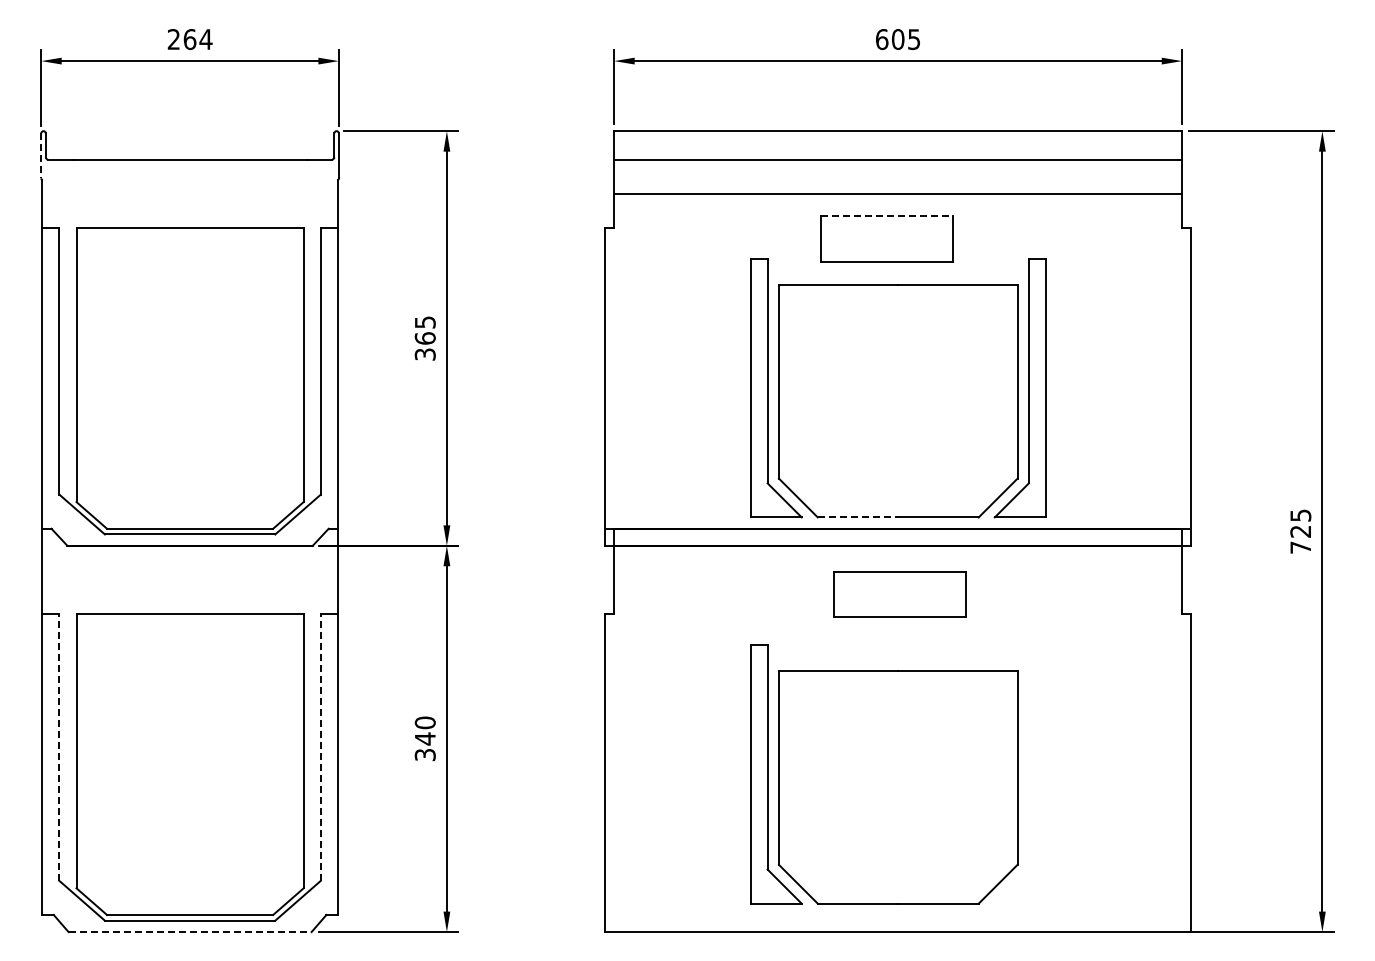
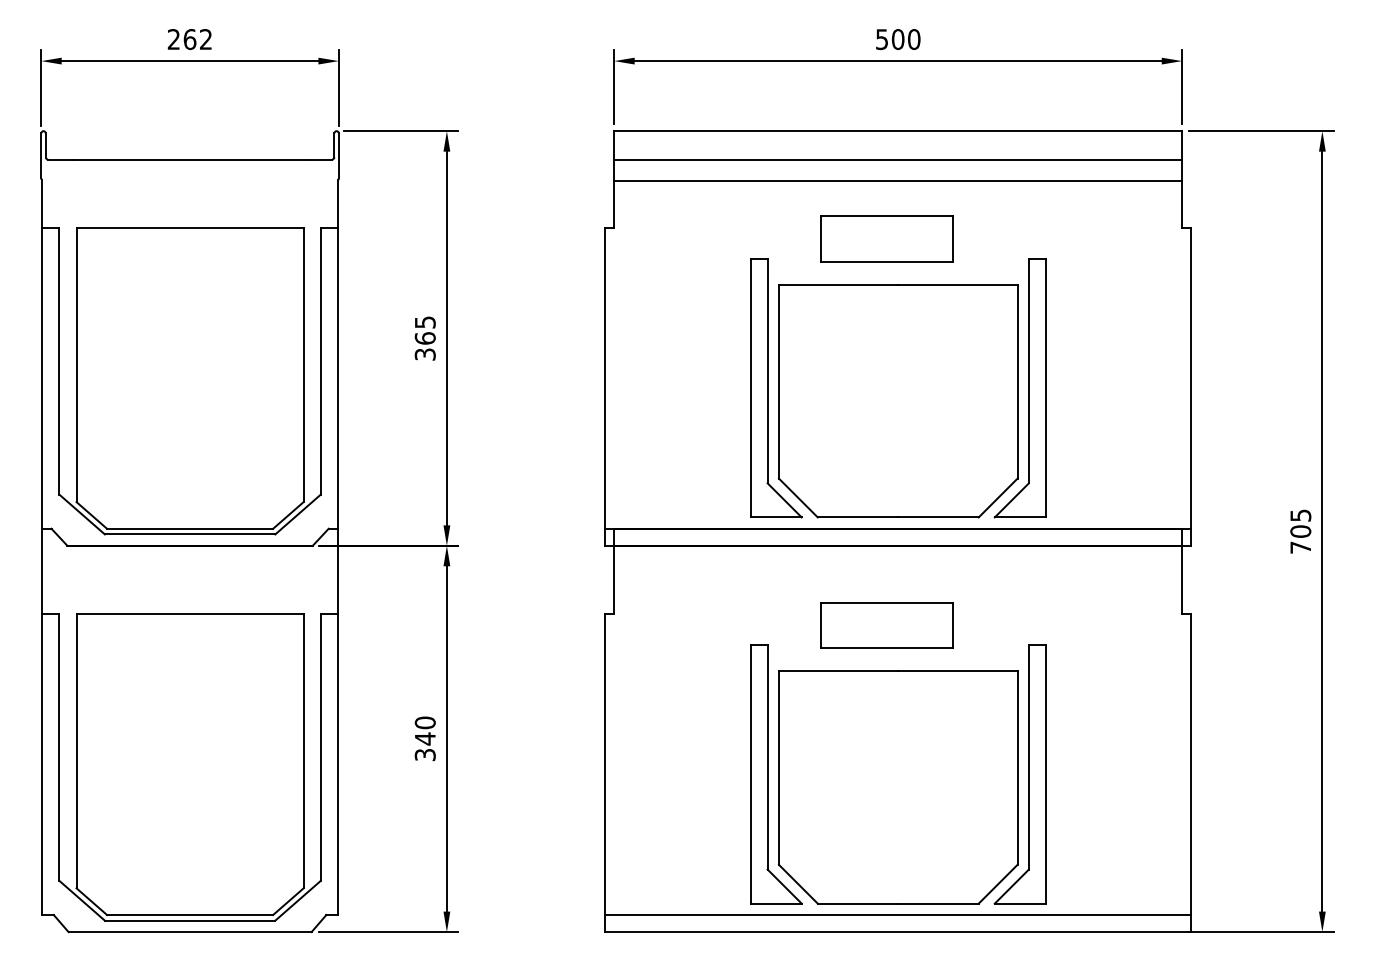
text at (205, 39): 264 -> 262
text at (898, 39): 605 -> 500
line at (41, 156): dashed -> solid
line at (898, 193) position: (898, 193) -> (898, 180)
line at (886, 216): dashed -> solid
line at (858, 517): dashed -> solid
text at (1300, 531): 725 -> 705
part at (899, 594) position: (899, 594) -> (886, 625)
line at (59, 746): dashed -> solid
line at (320, 746): dashed -> solid
part at (1028, 774): none -> present
line at (898, 915): none -> present
line at (190, 932): dashed -> solid
